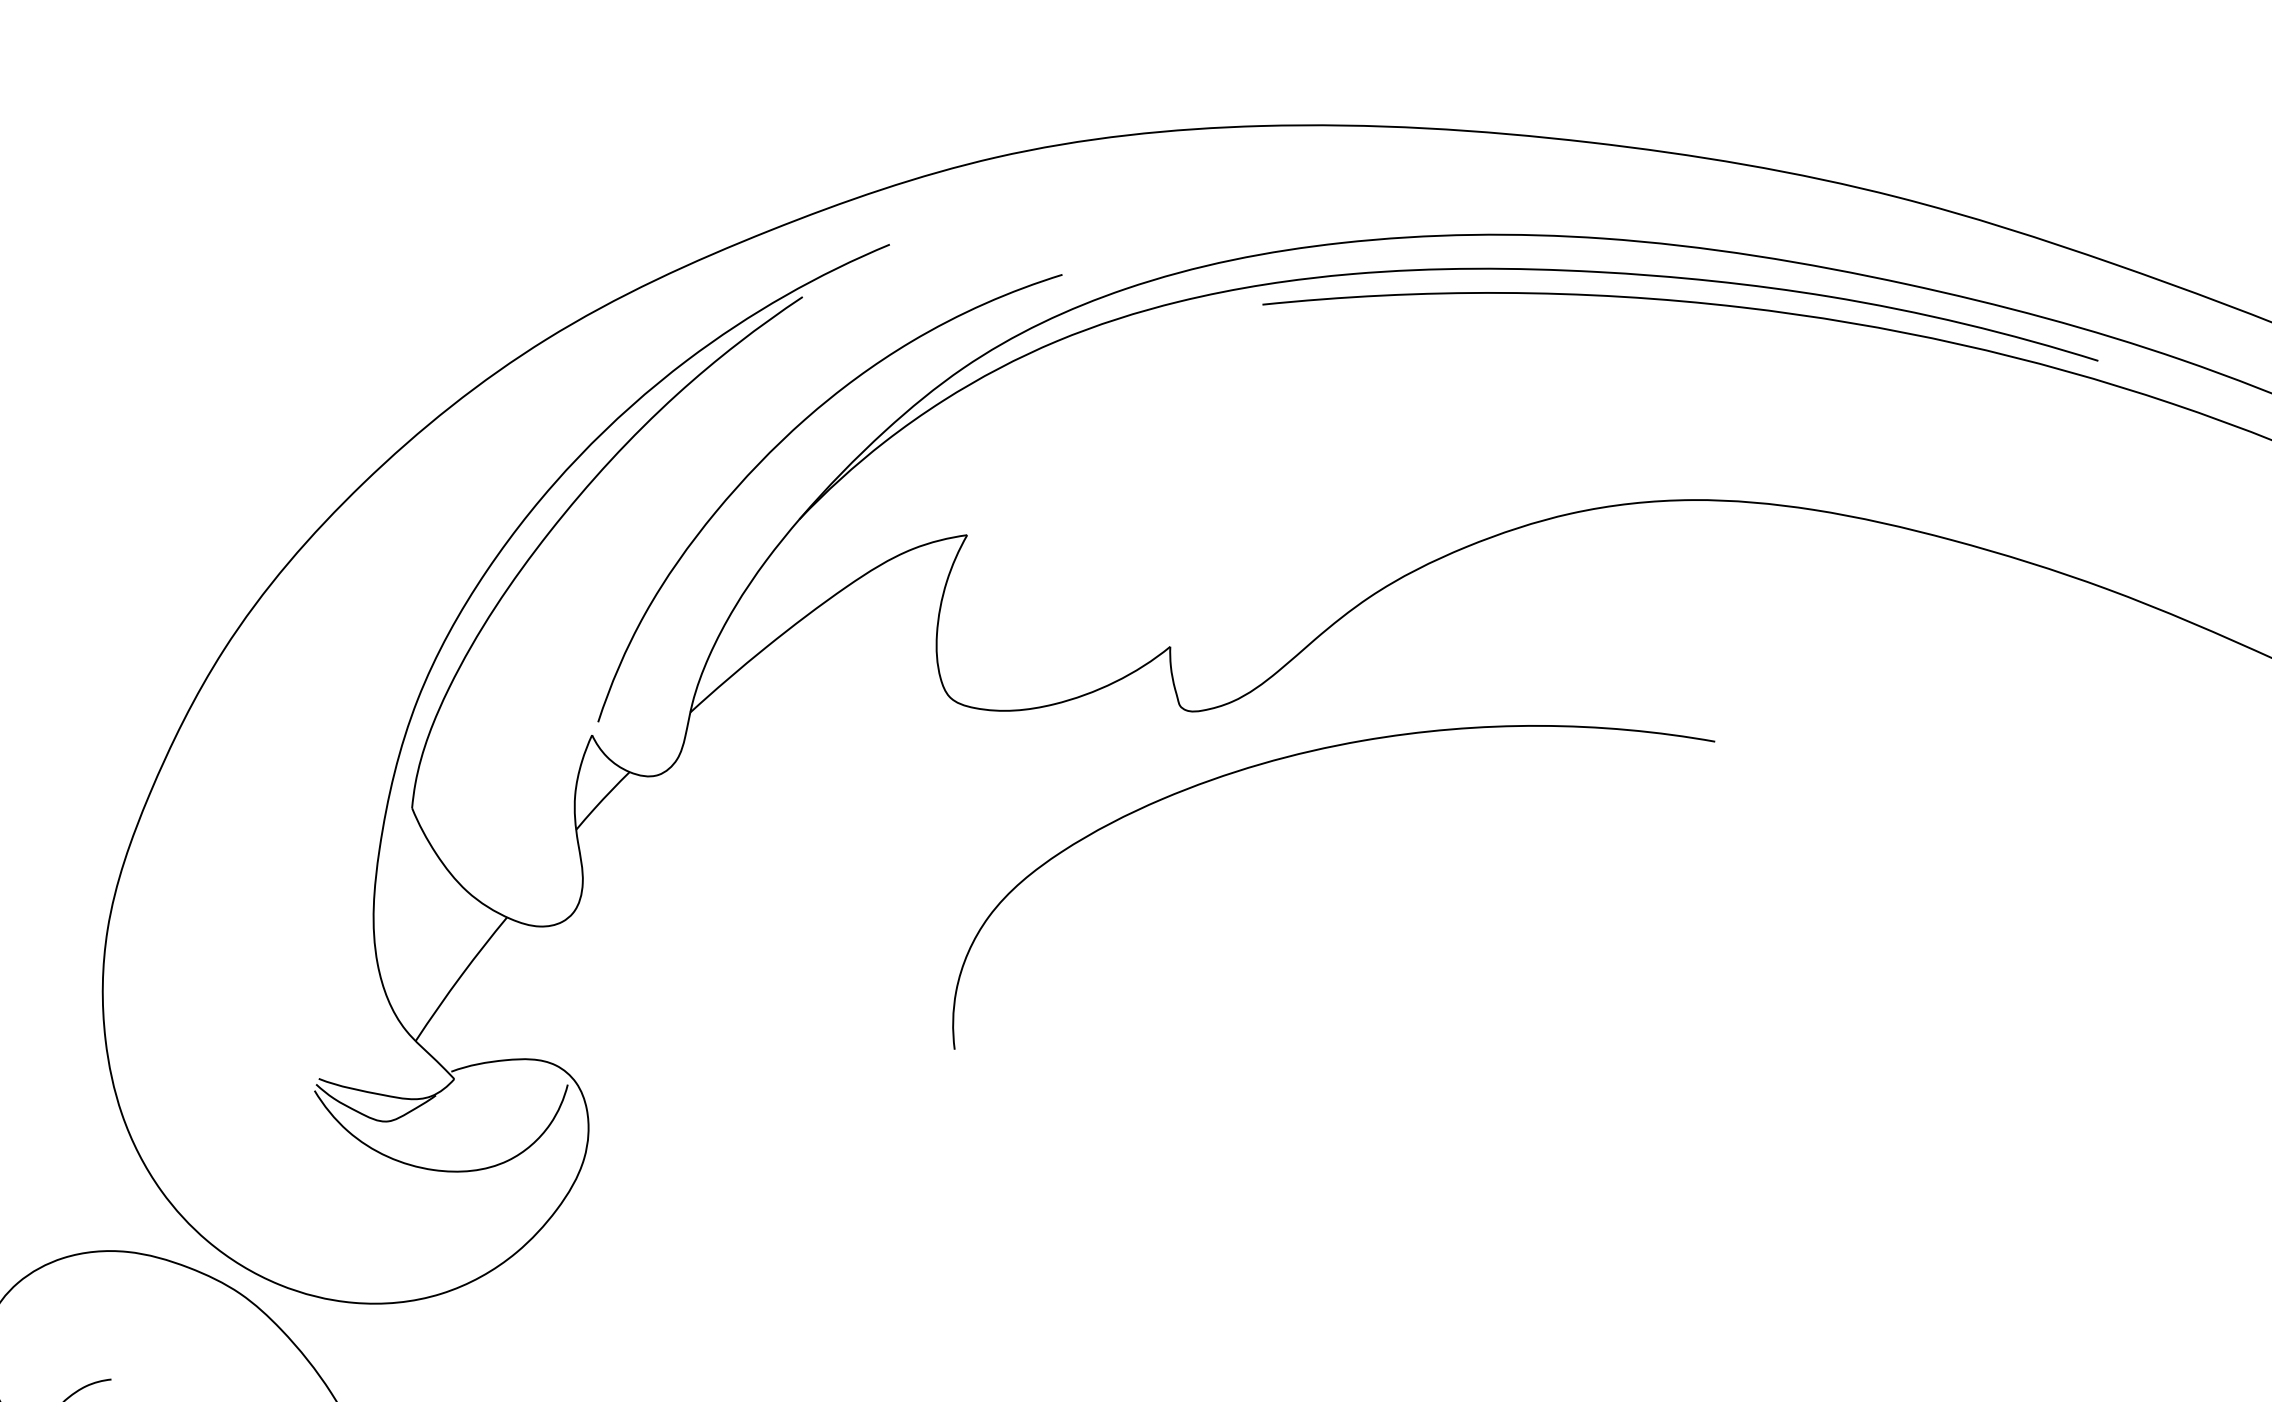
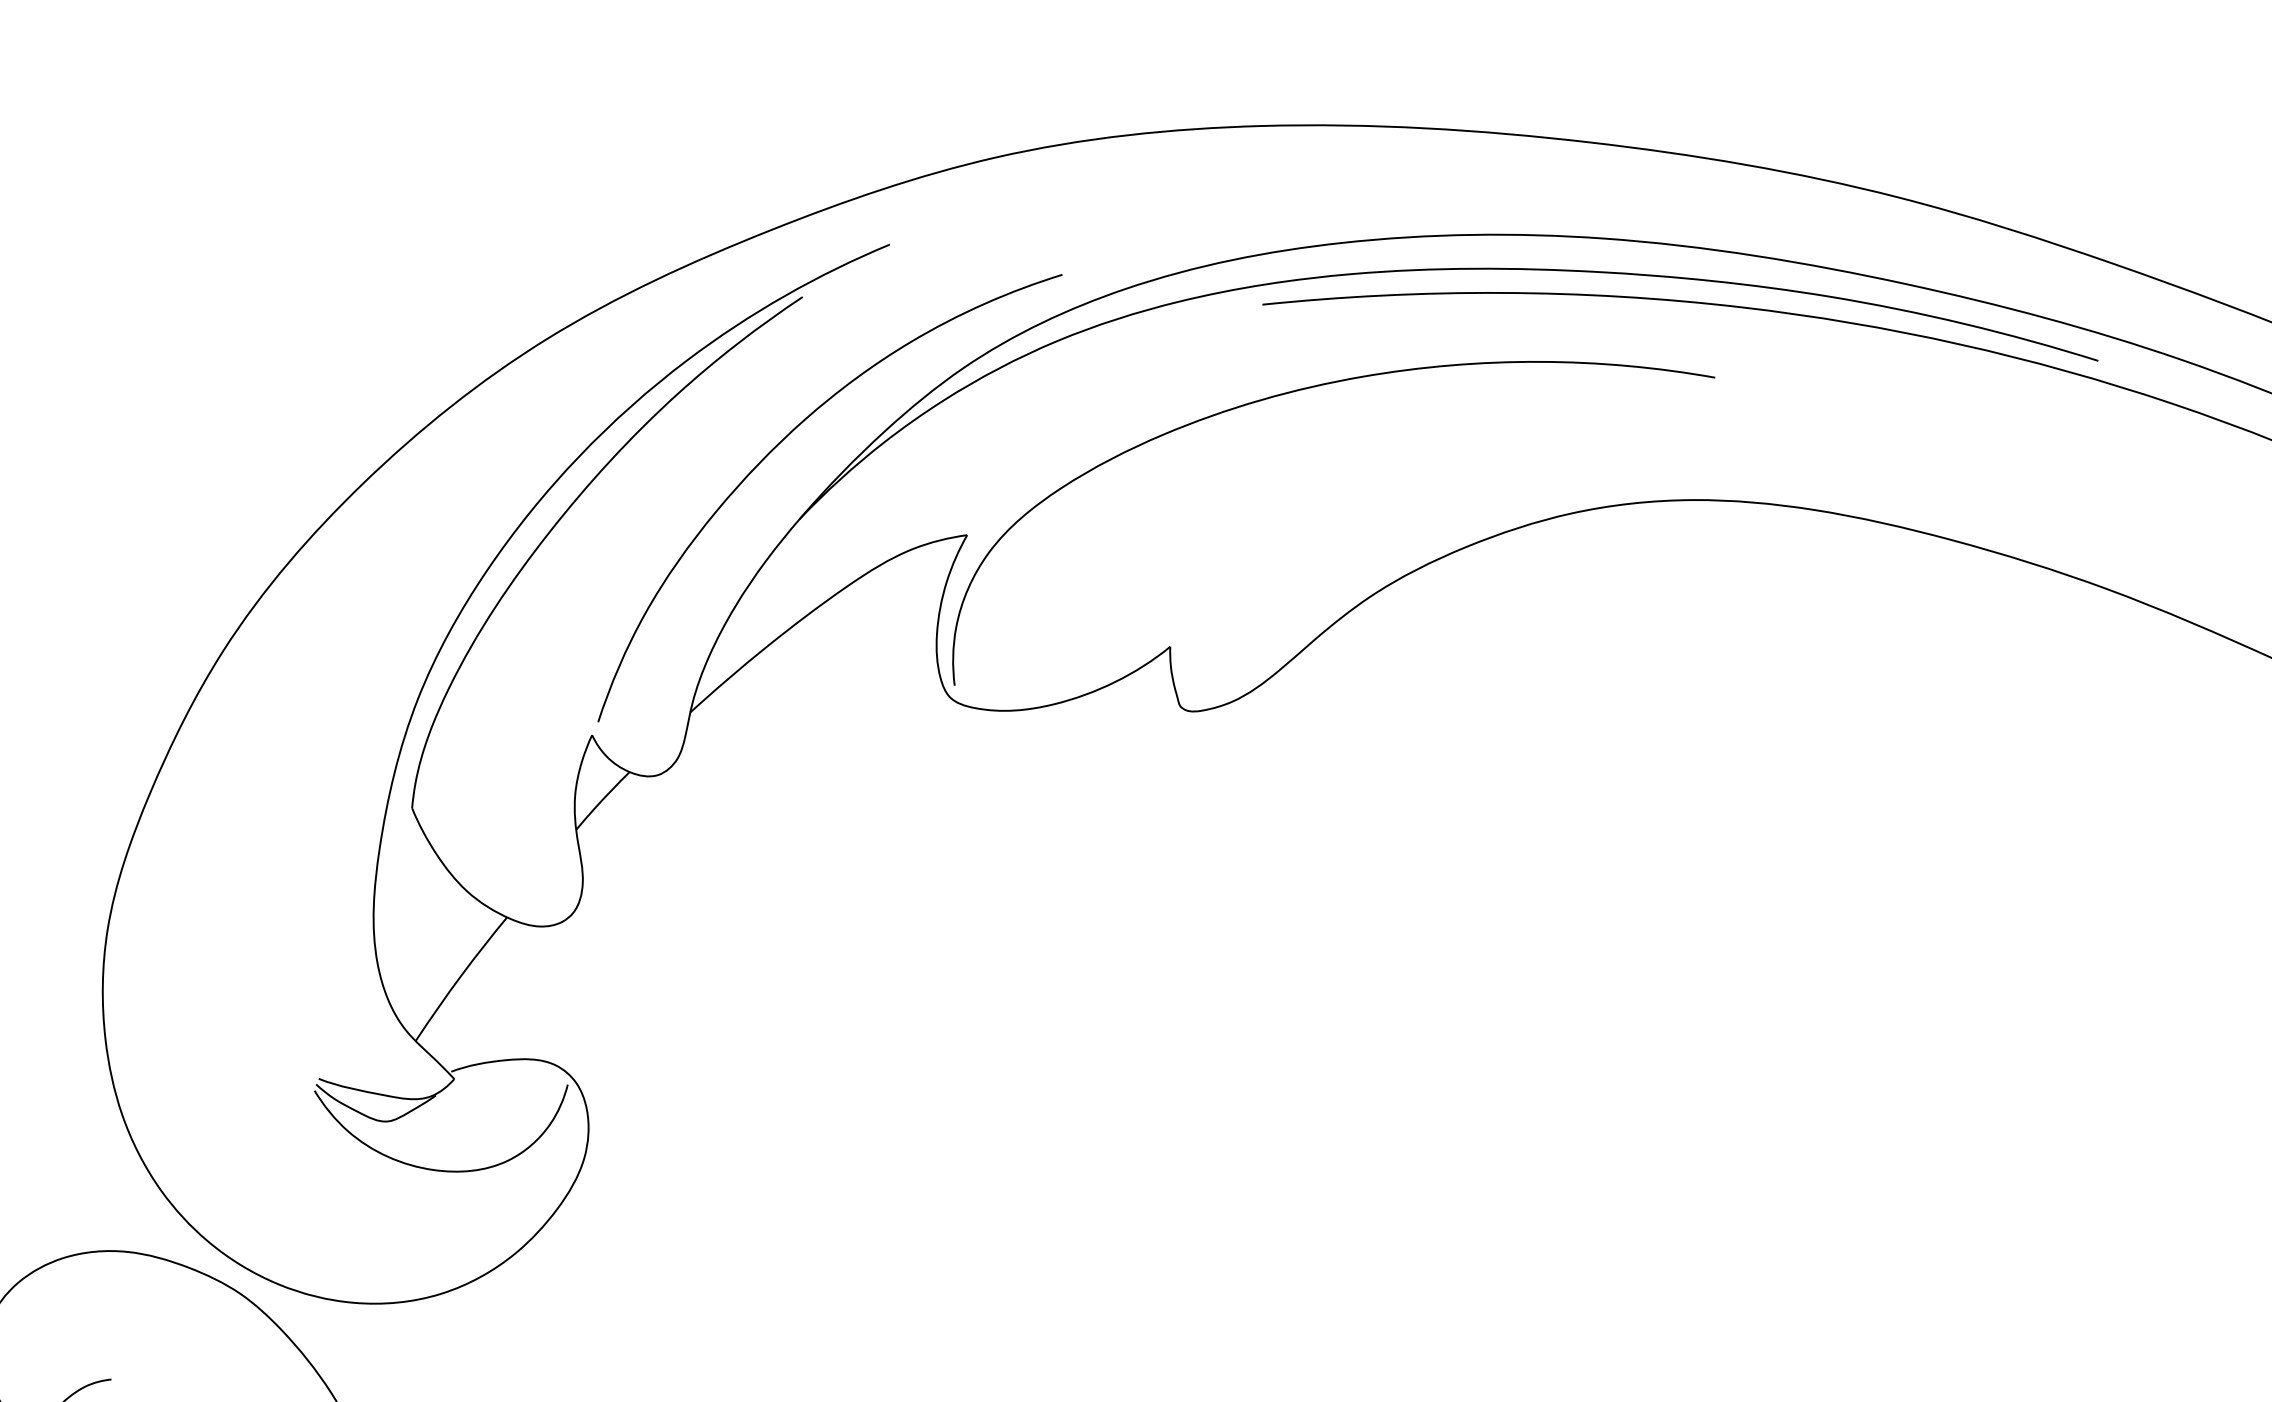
curve at (1302, 754) position: (1302, 754) -> (1302, 390)
